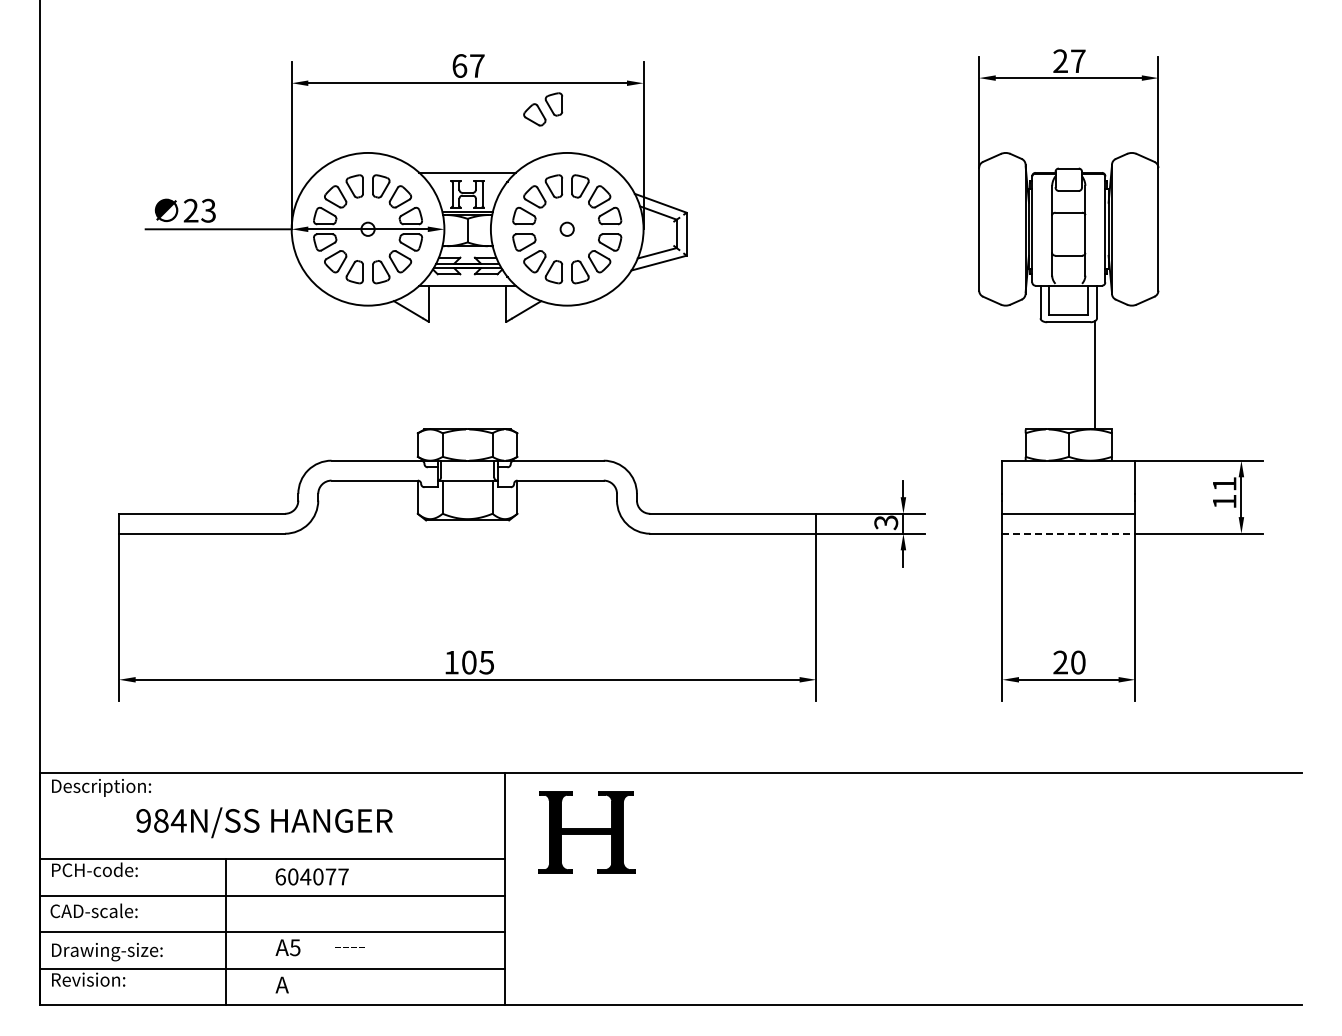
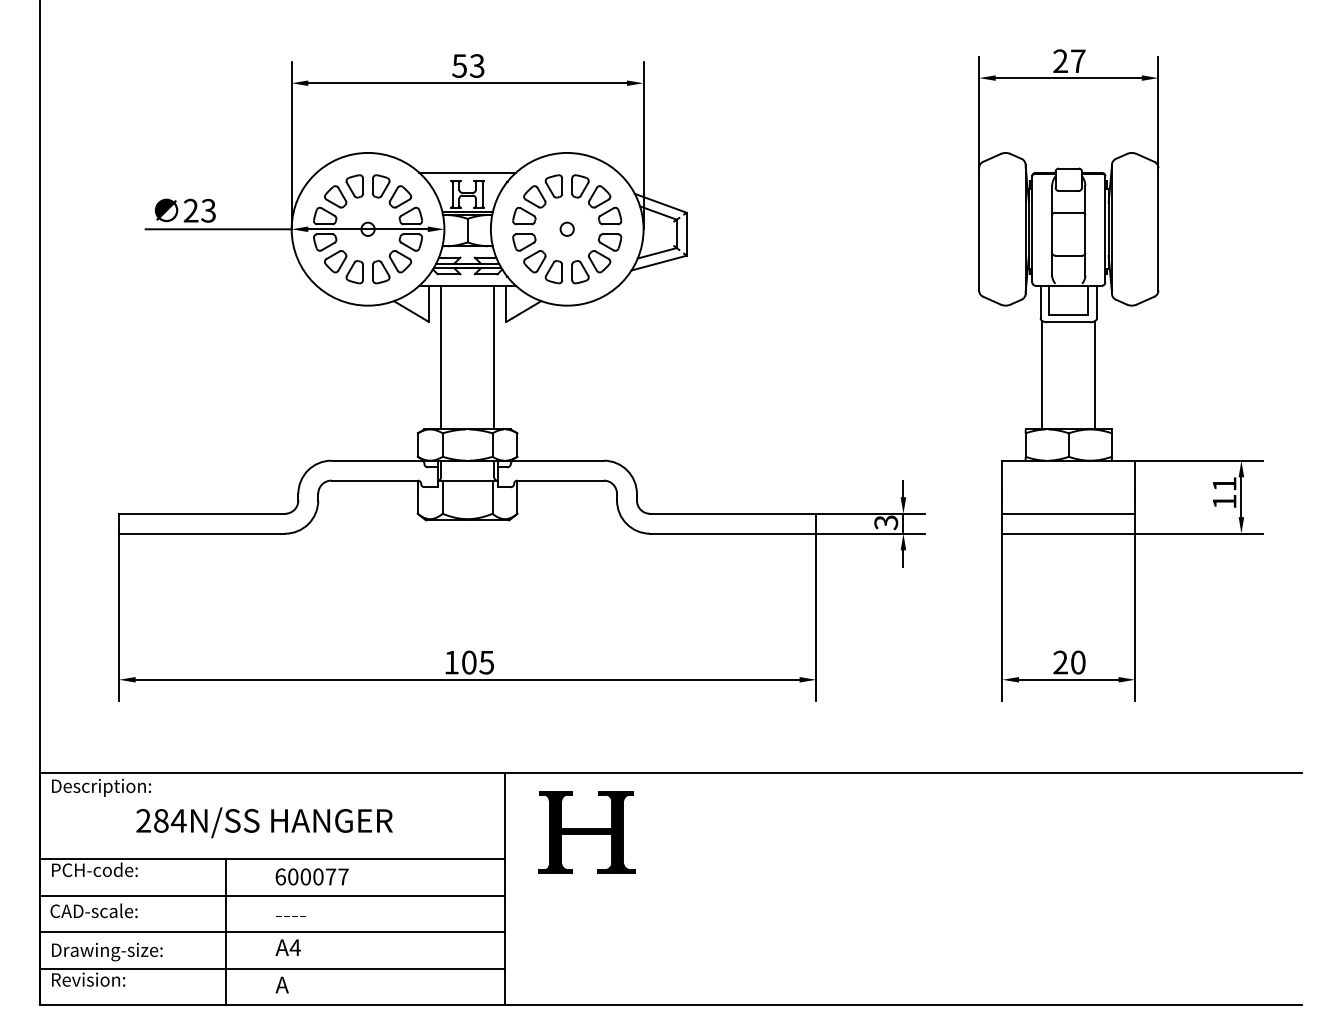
text at (468, 65): 67 -> 53
part at (543, 109): present -> none
line at (441, 357): none -> present
line at (494, 357): none -> present
line at (1042, 374): none -> present
line at (1069, 533): dashed -> solid
text at (143, 820): 984N/SS -> 284N/SS
text at (305, 876): 604077 -> 600077
text at (294, 947): A5 -> A4
text at (349, 947) position: (349, 947) -> (290, 916)
